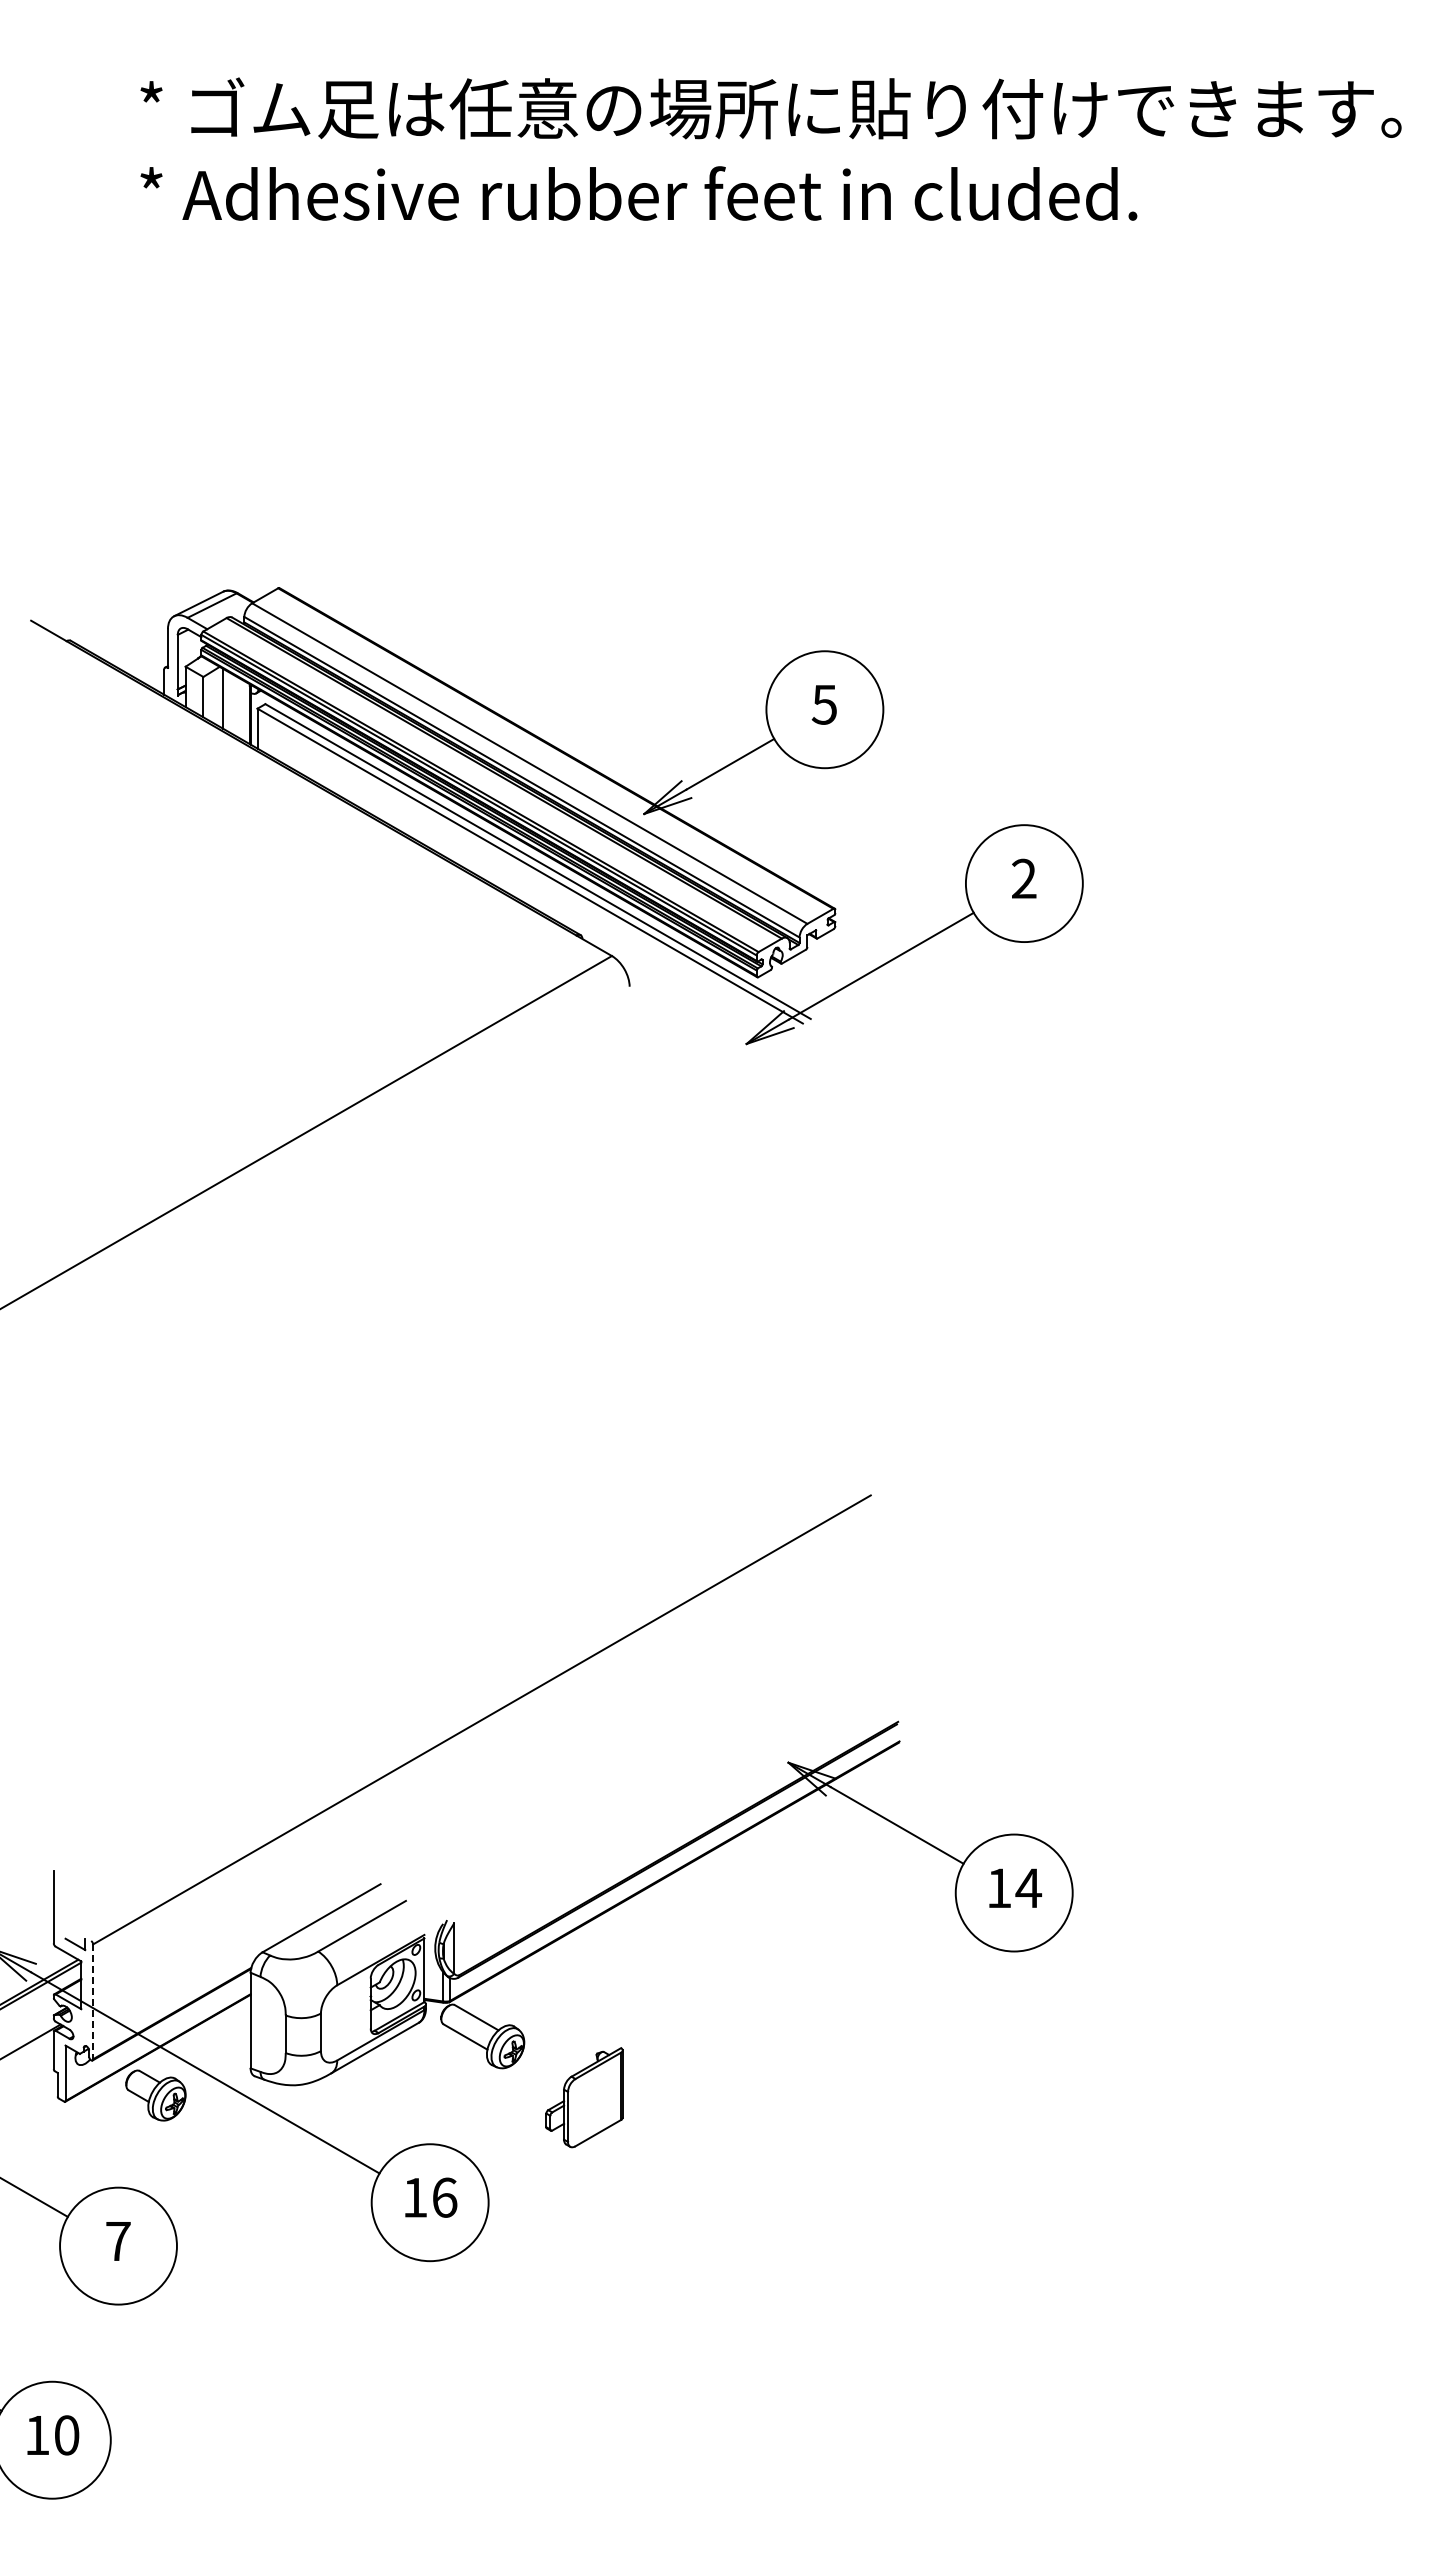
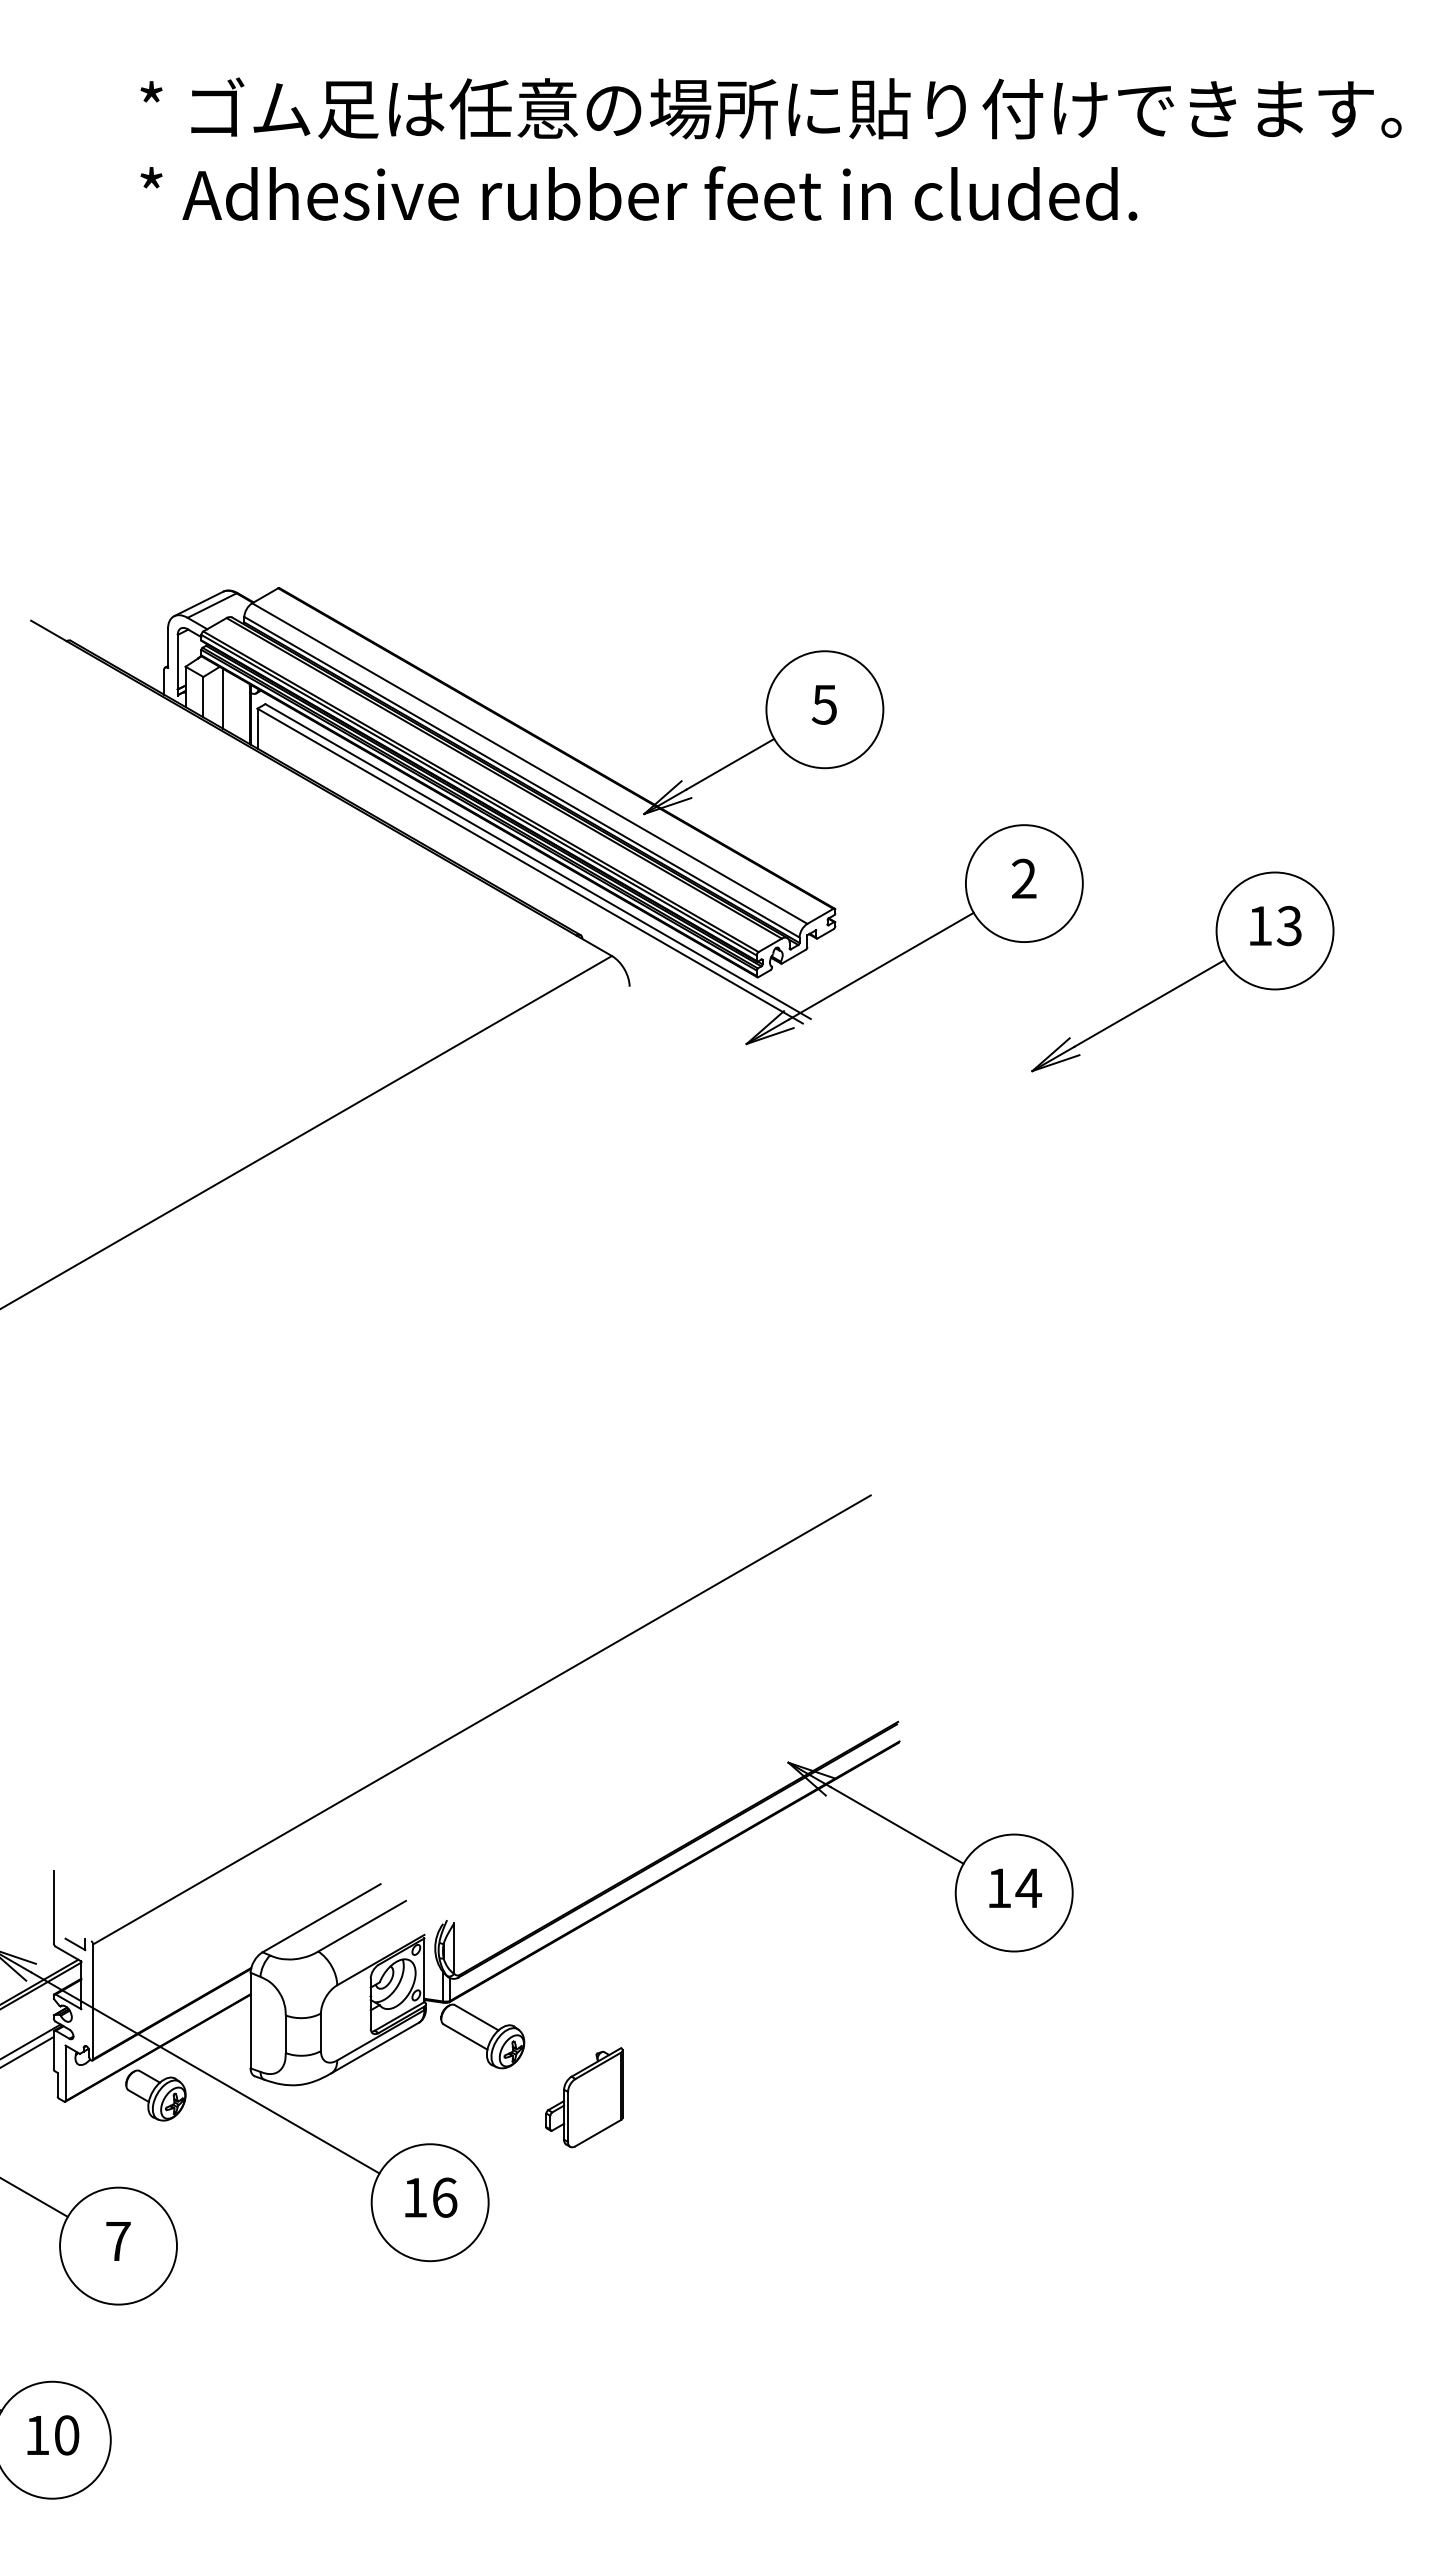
part at (1188, 979): none -> present
line at (93, 2002): dashed -> solid
line at (27, 2051): none -> present
